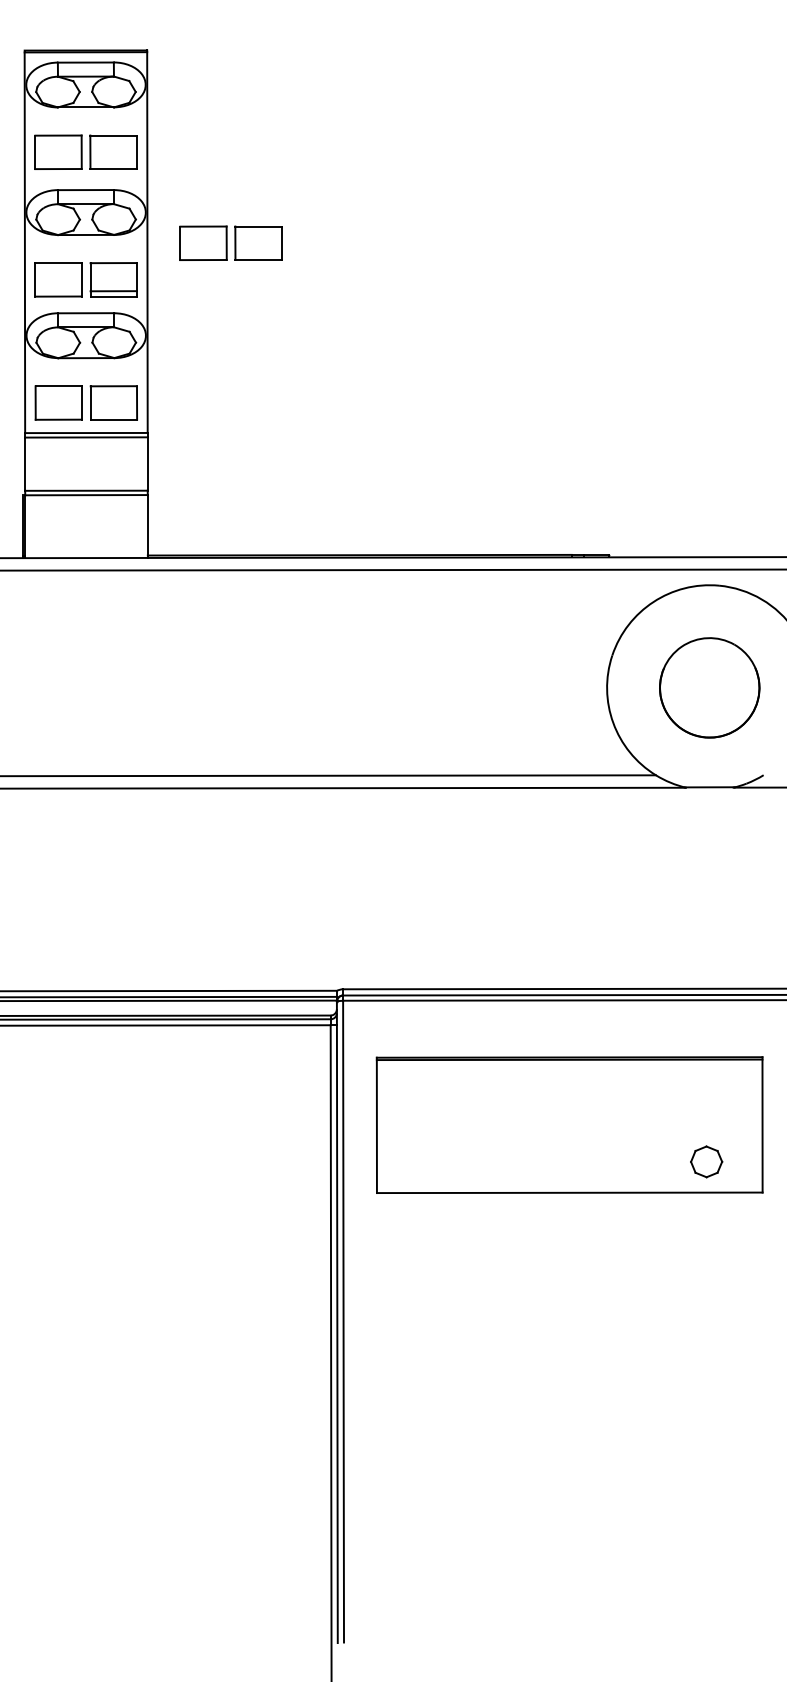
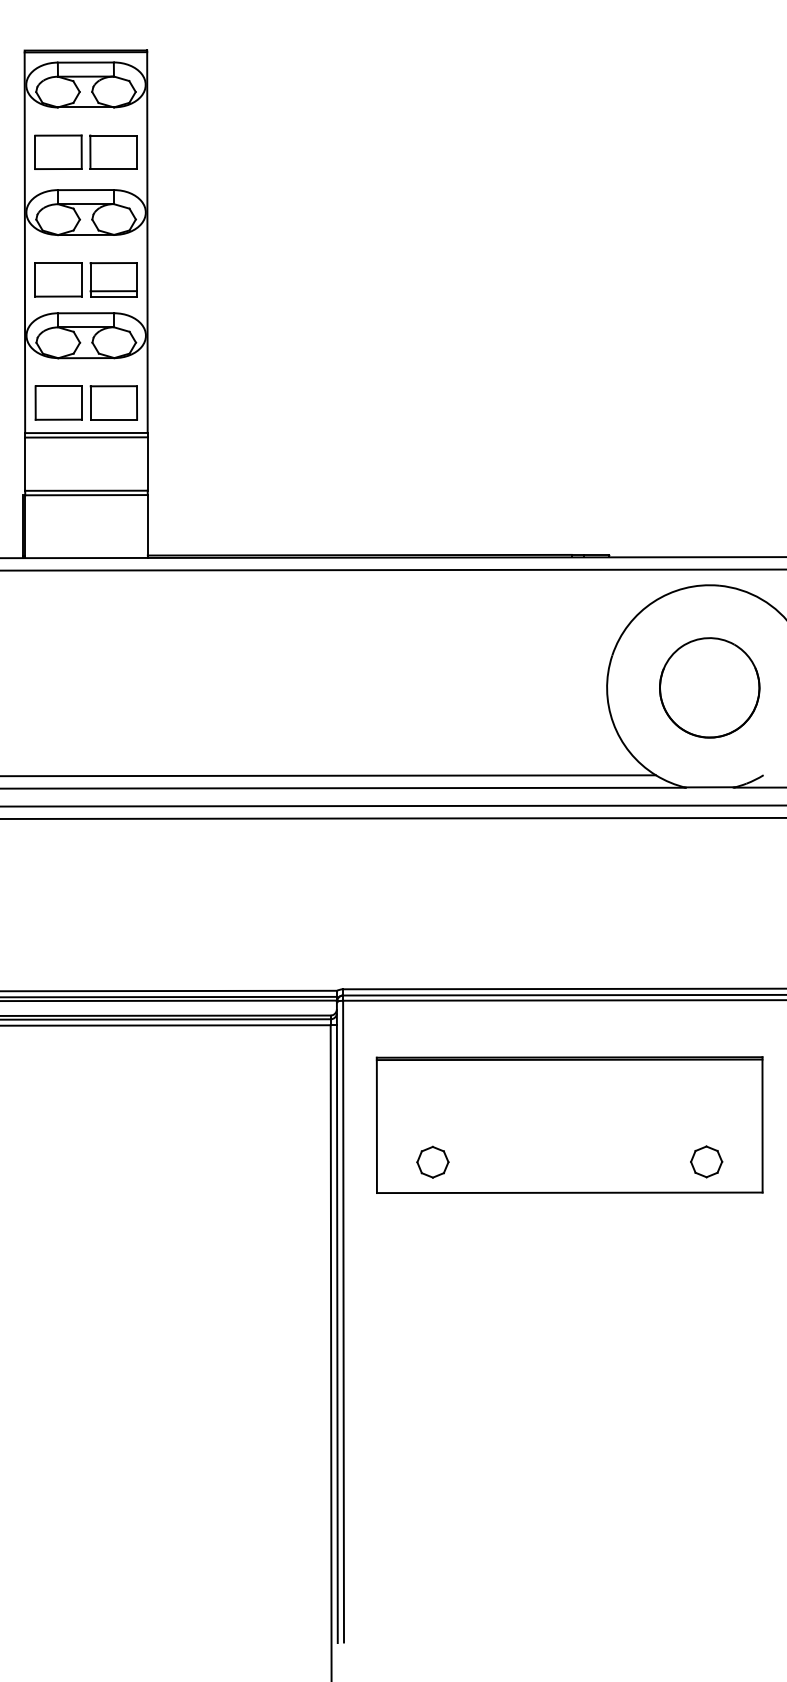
part at (230, 242): present -> none
line at (392, 805): none -> present
line at (392, 818): none -> present
part at (432, 1161): none -> present
